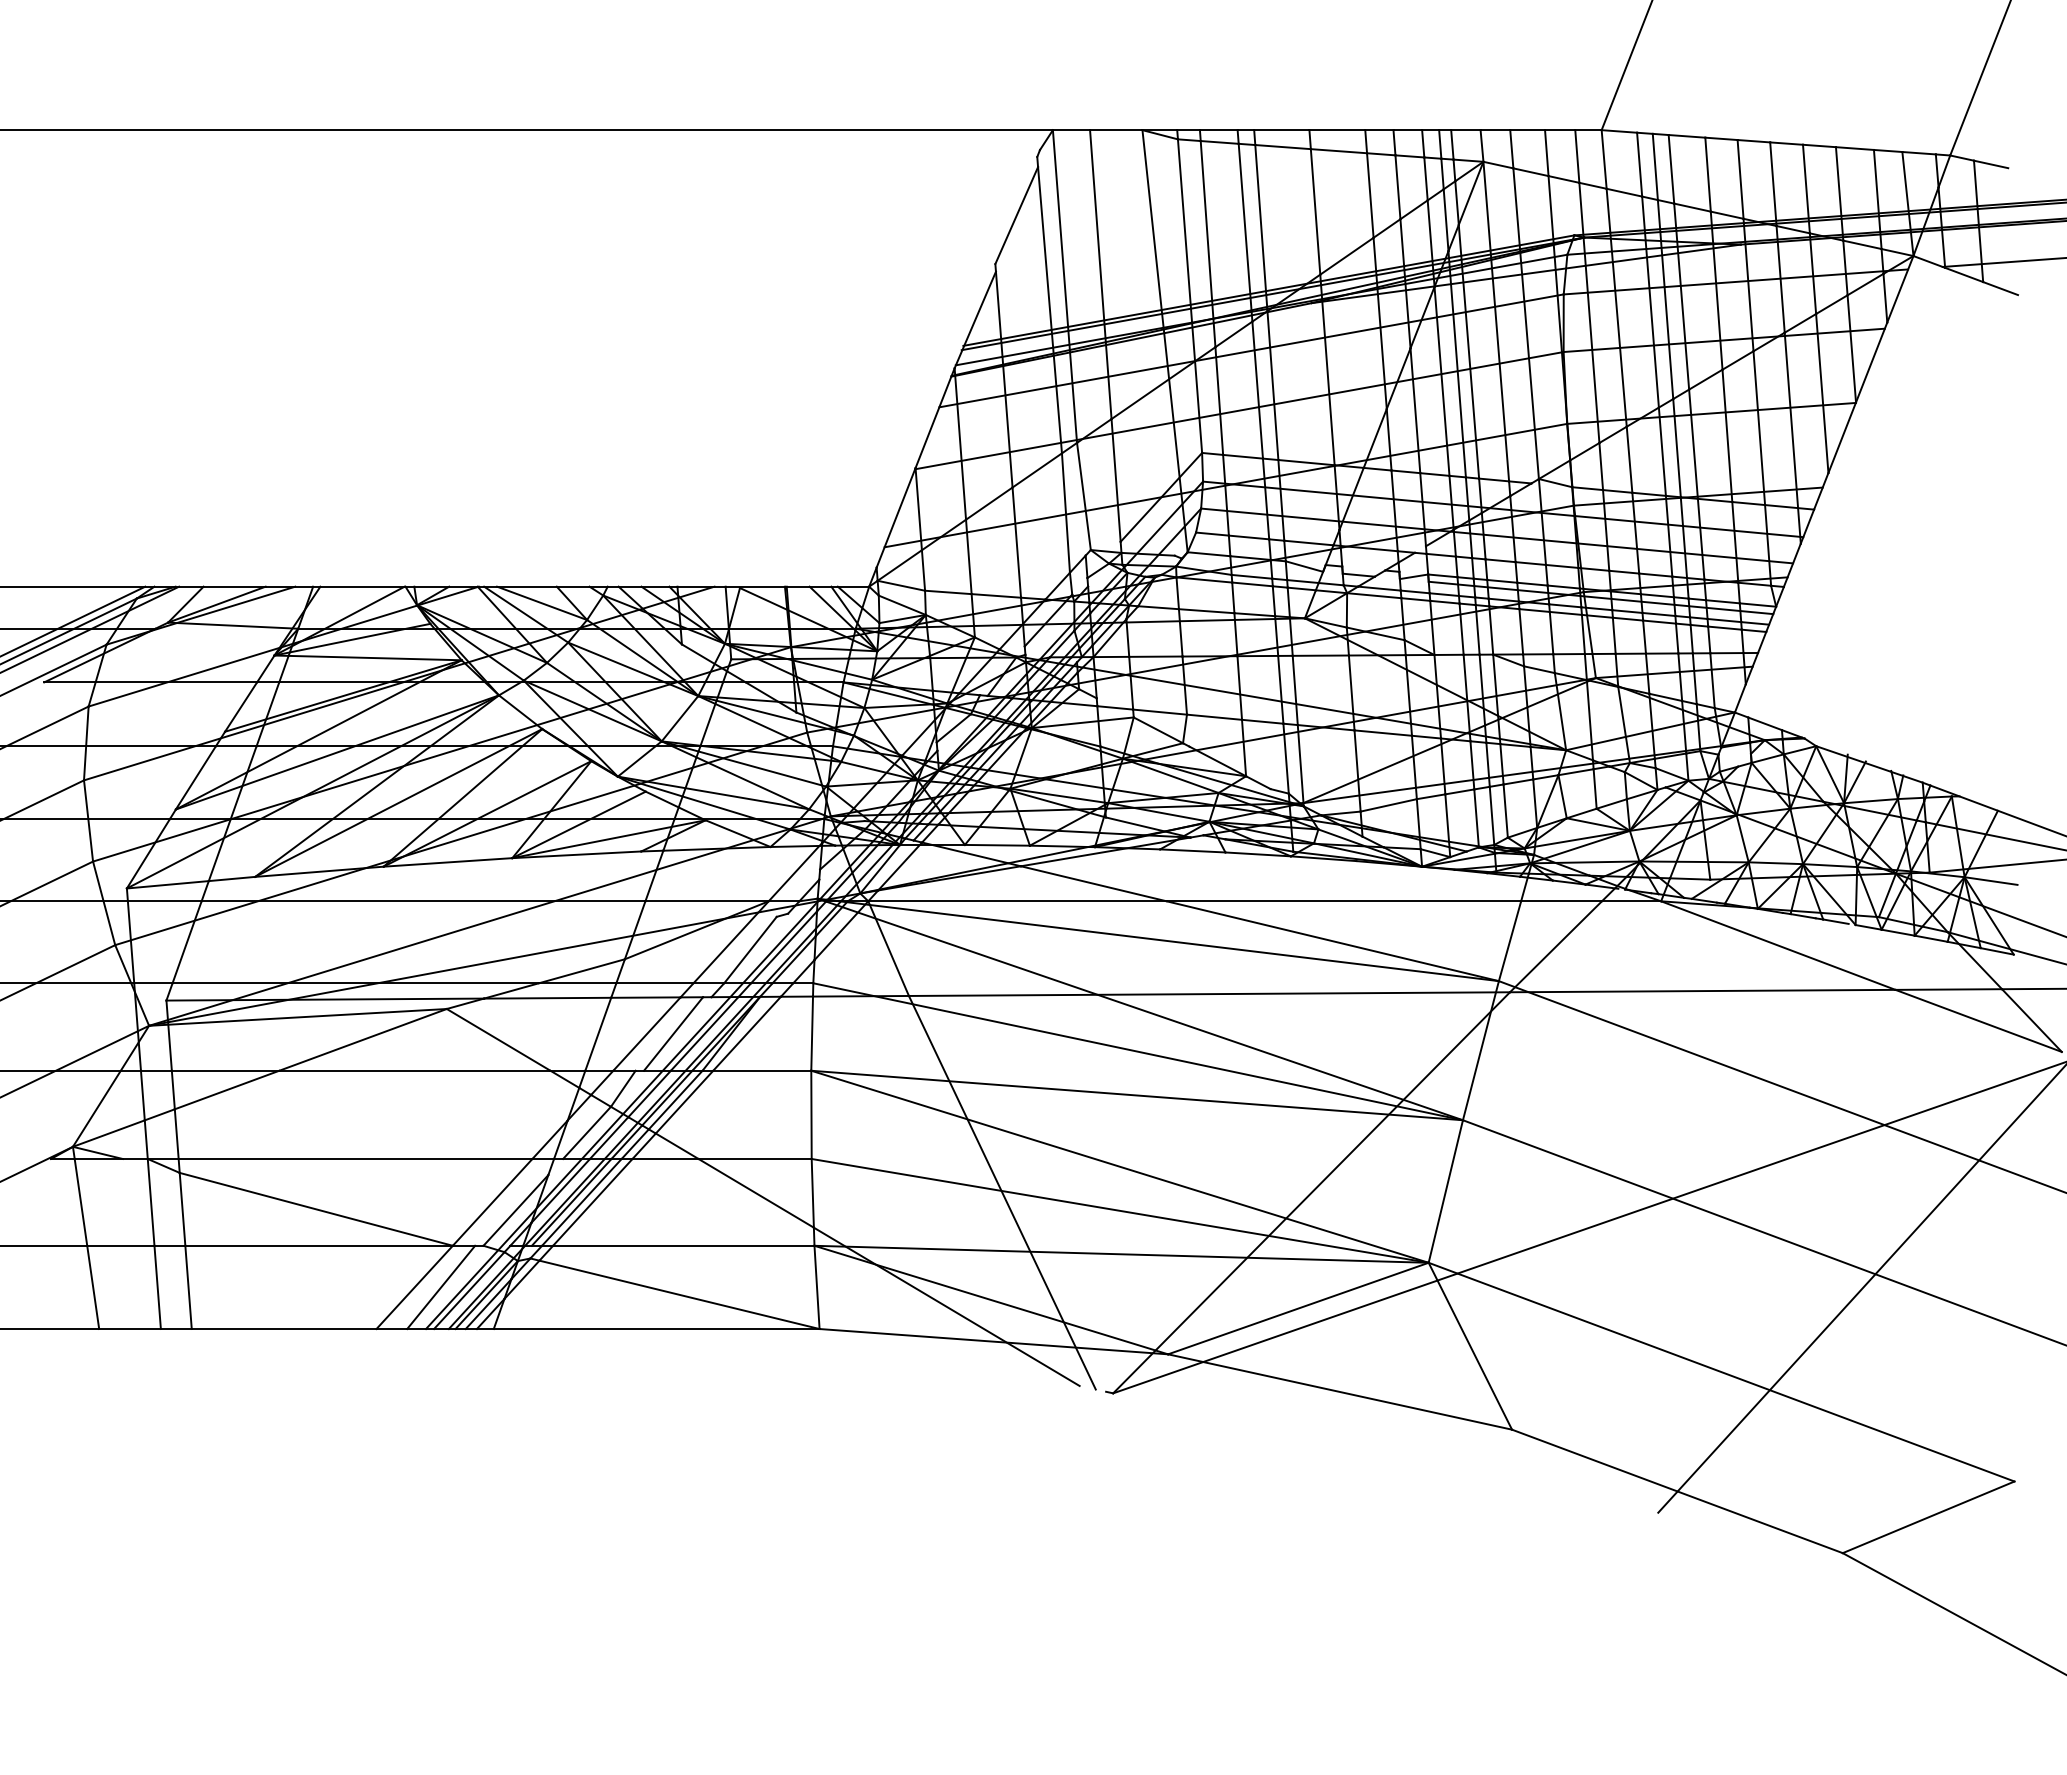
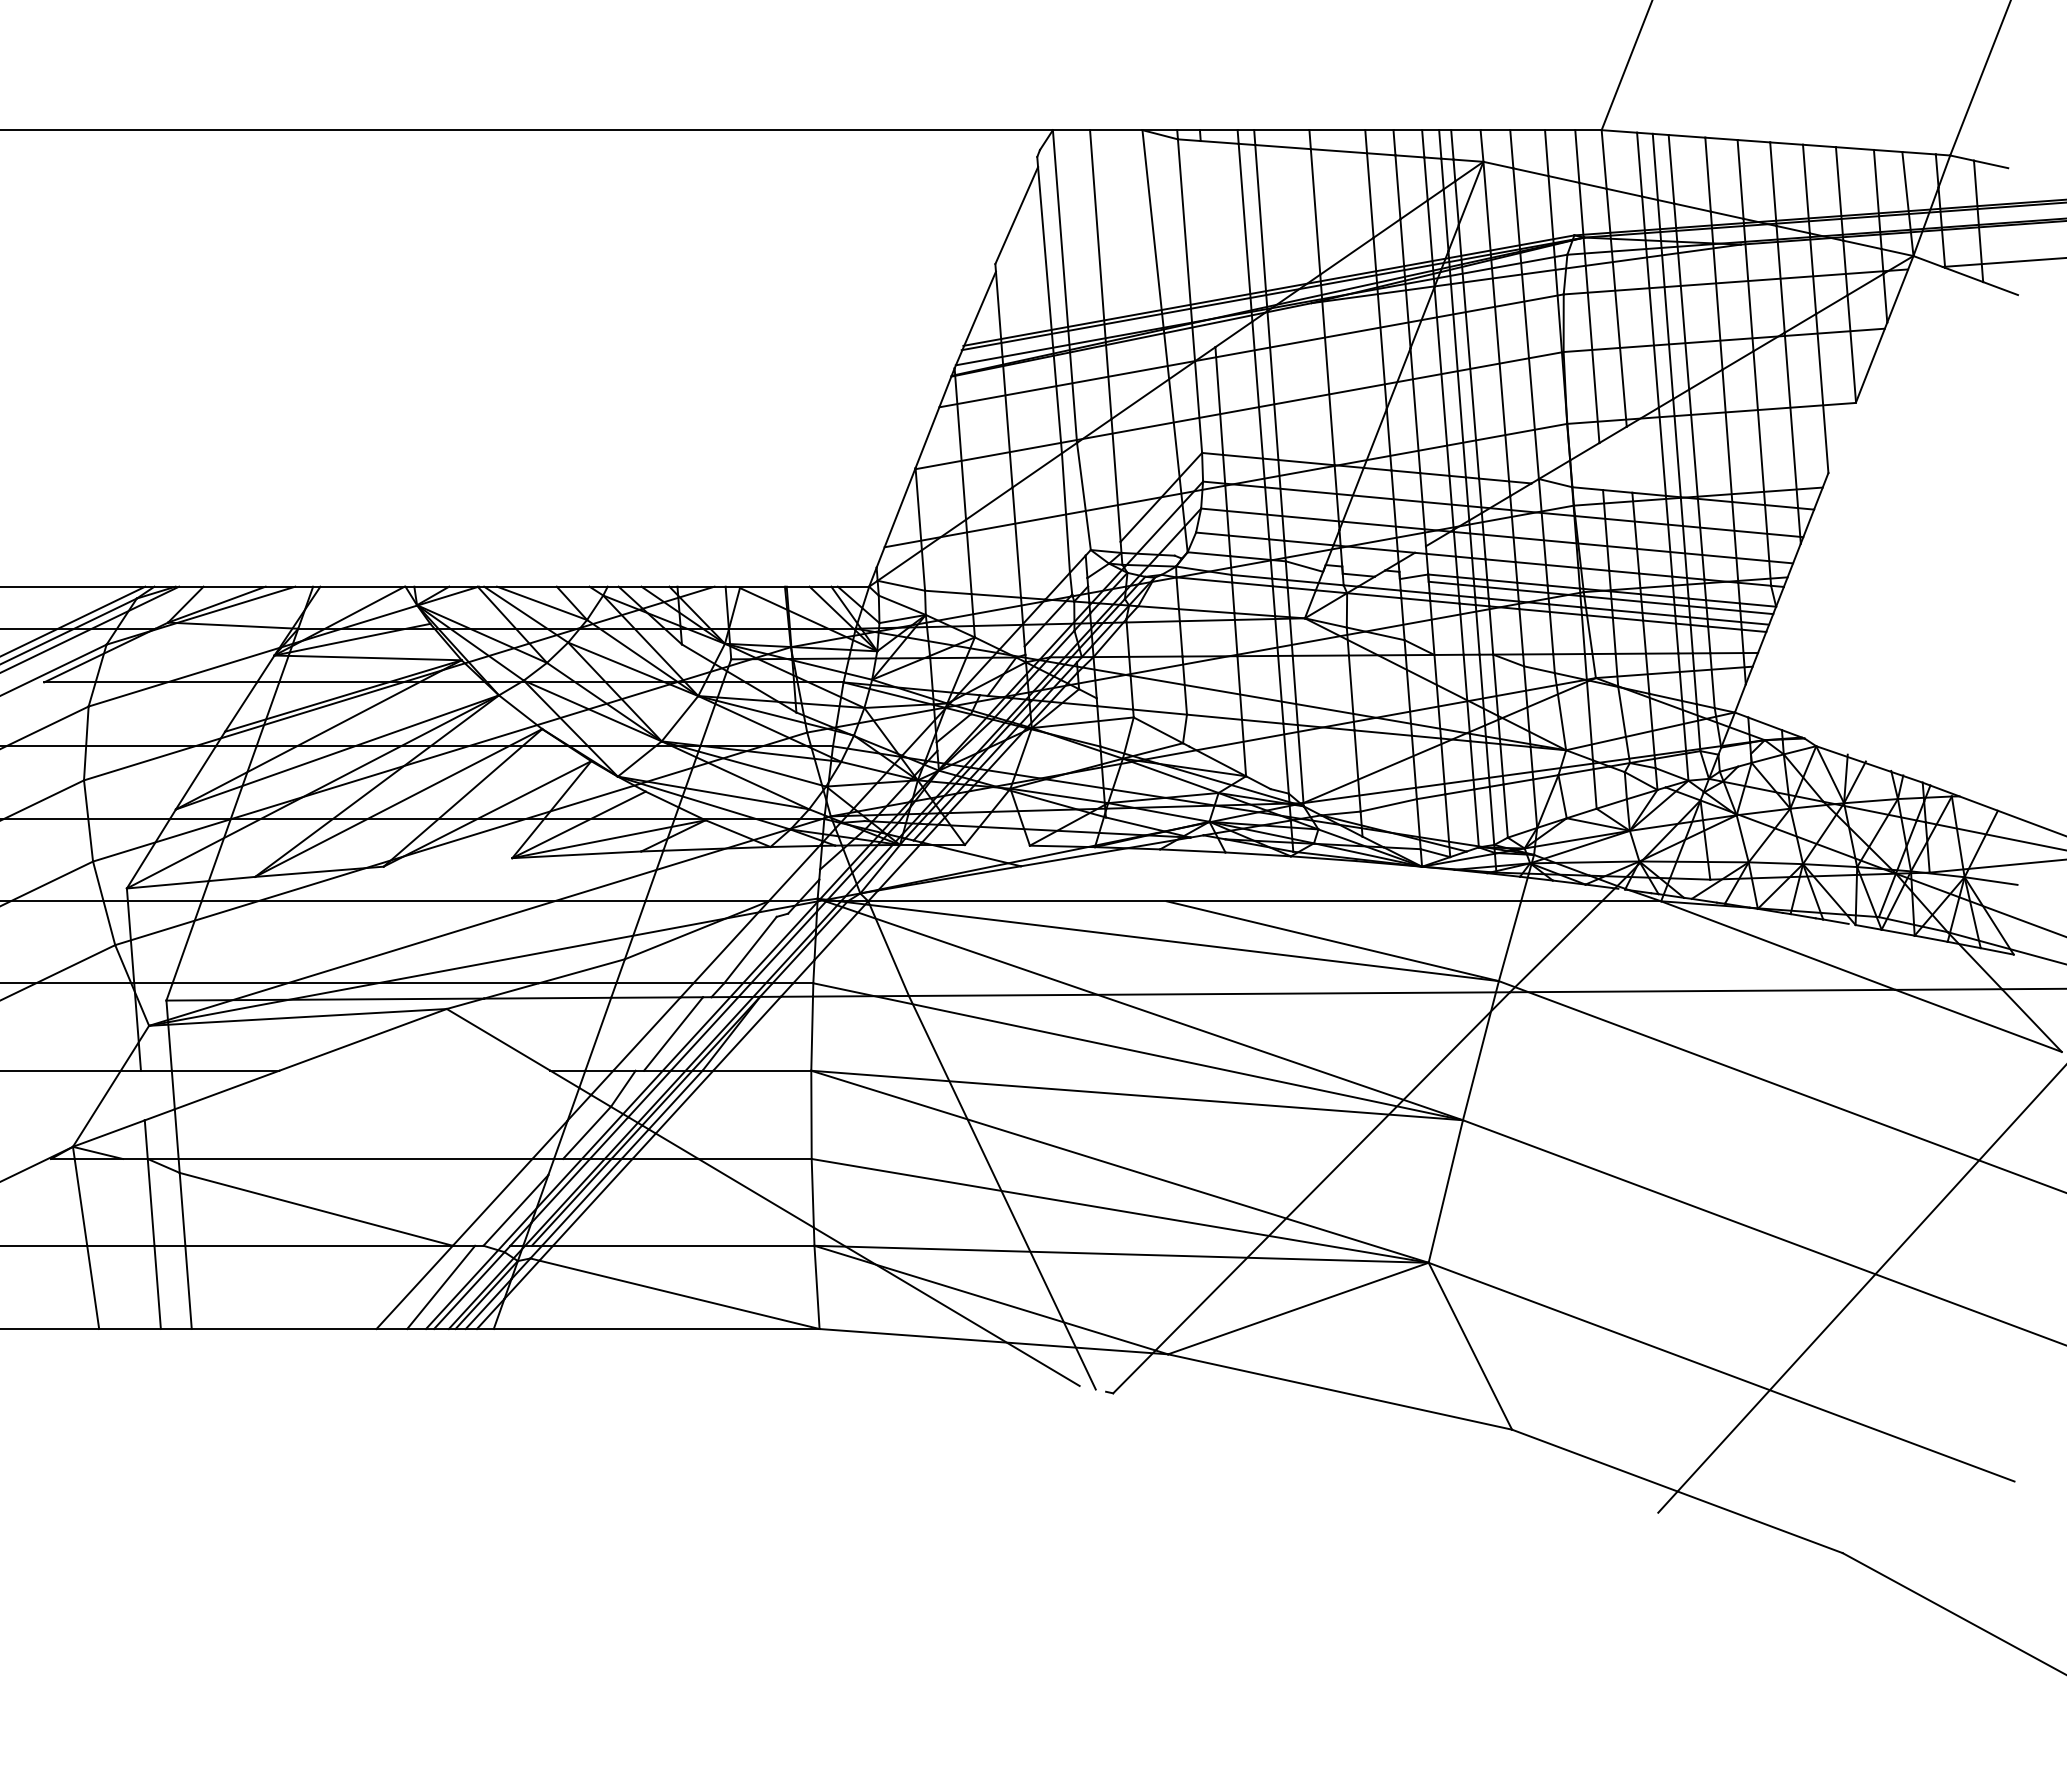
line at (1207, 244): present -> none
line at (1842, 437): present -> none
line at (1629, 459): present -> none
line at (1601, 466): present -> none
line at (996, 844): present -> none
line at (447, 862): present -> none
line at (1093, 883): present -> none
line at (75, 1060): present -> none
line at (414, 1070): present -> none
line at (142, 1095): present -> none
line at (1588, 1227): present -> none
line at (1928, 1517): present -> none
